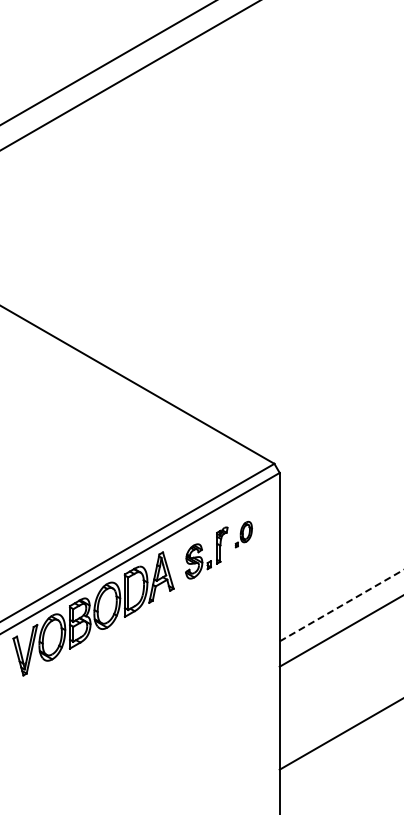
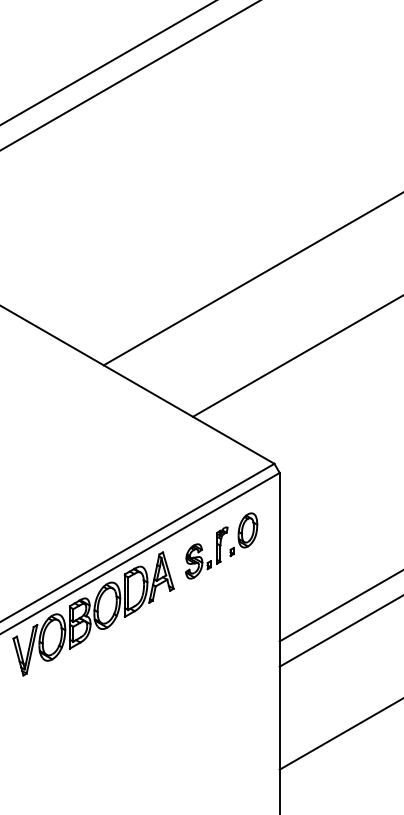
line at (251, 279): none -> present
line at (296, 356): none -> present
part at (243, 534) size: 19x29 px -> 30x45 px
line at (342, 605): dashed -> solid
